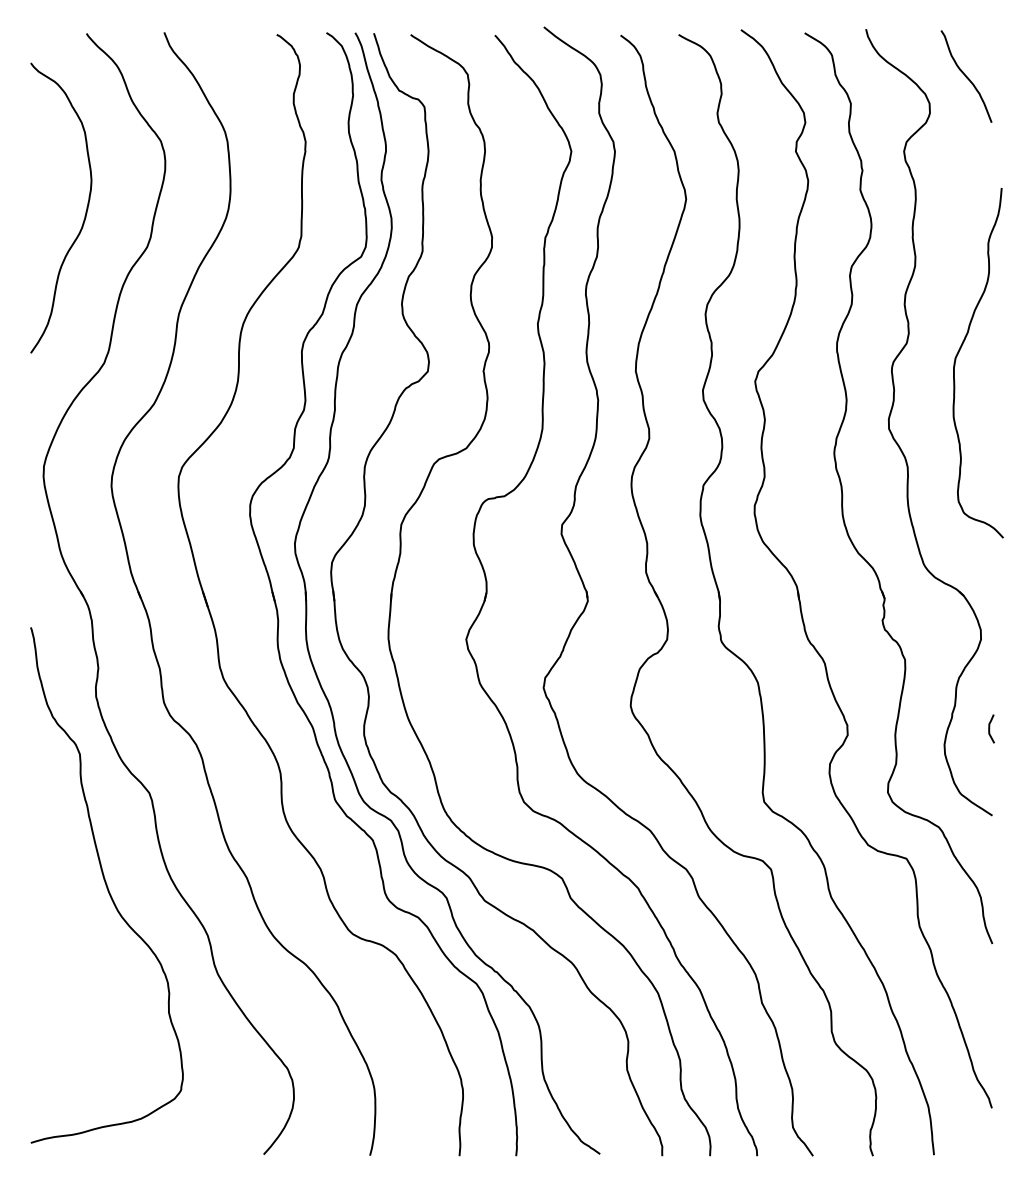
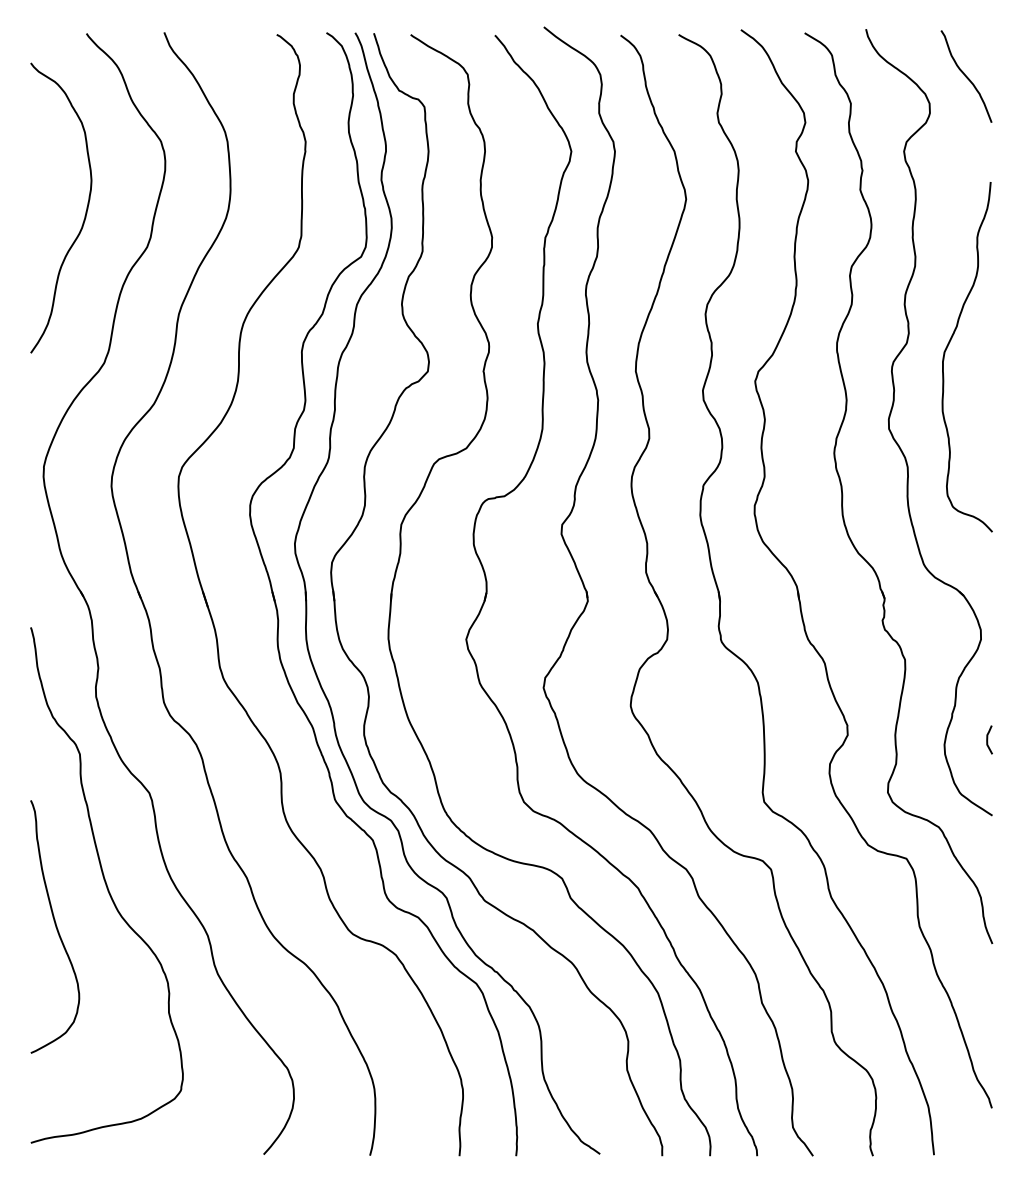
curve at (958, 354) position: (958, 354) -> (947, 348)
curve at (990, 728) position: (990, 728) -> (988, 739)
curve at (55, 926): none -> present
